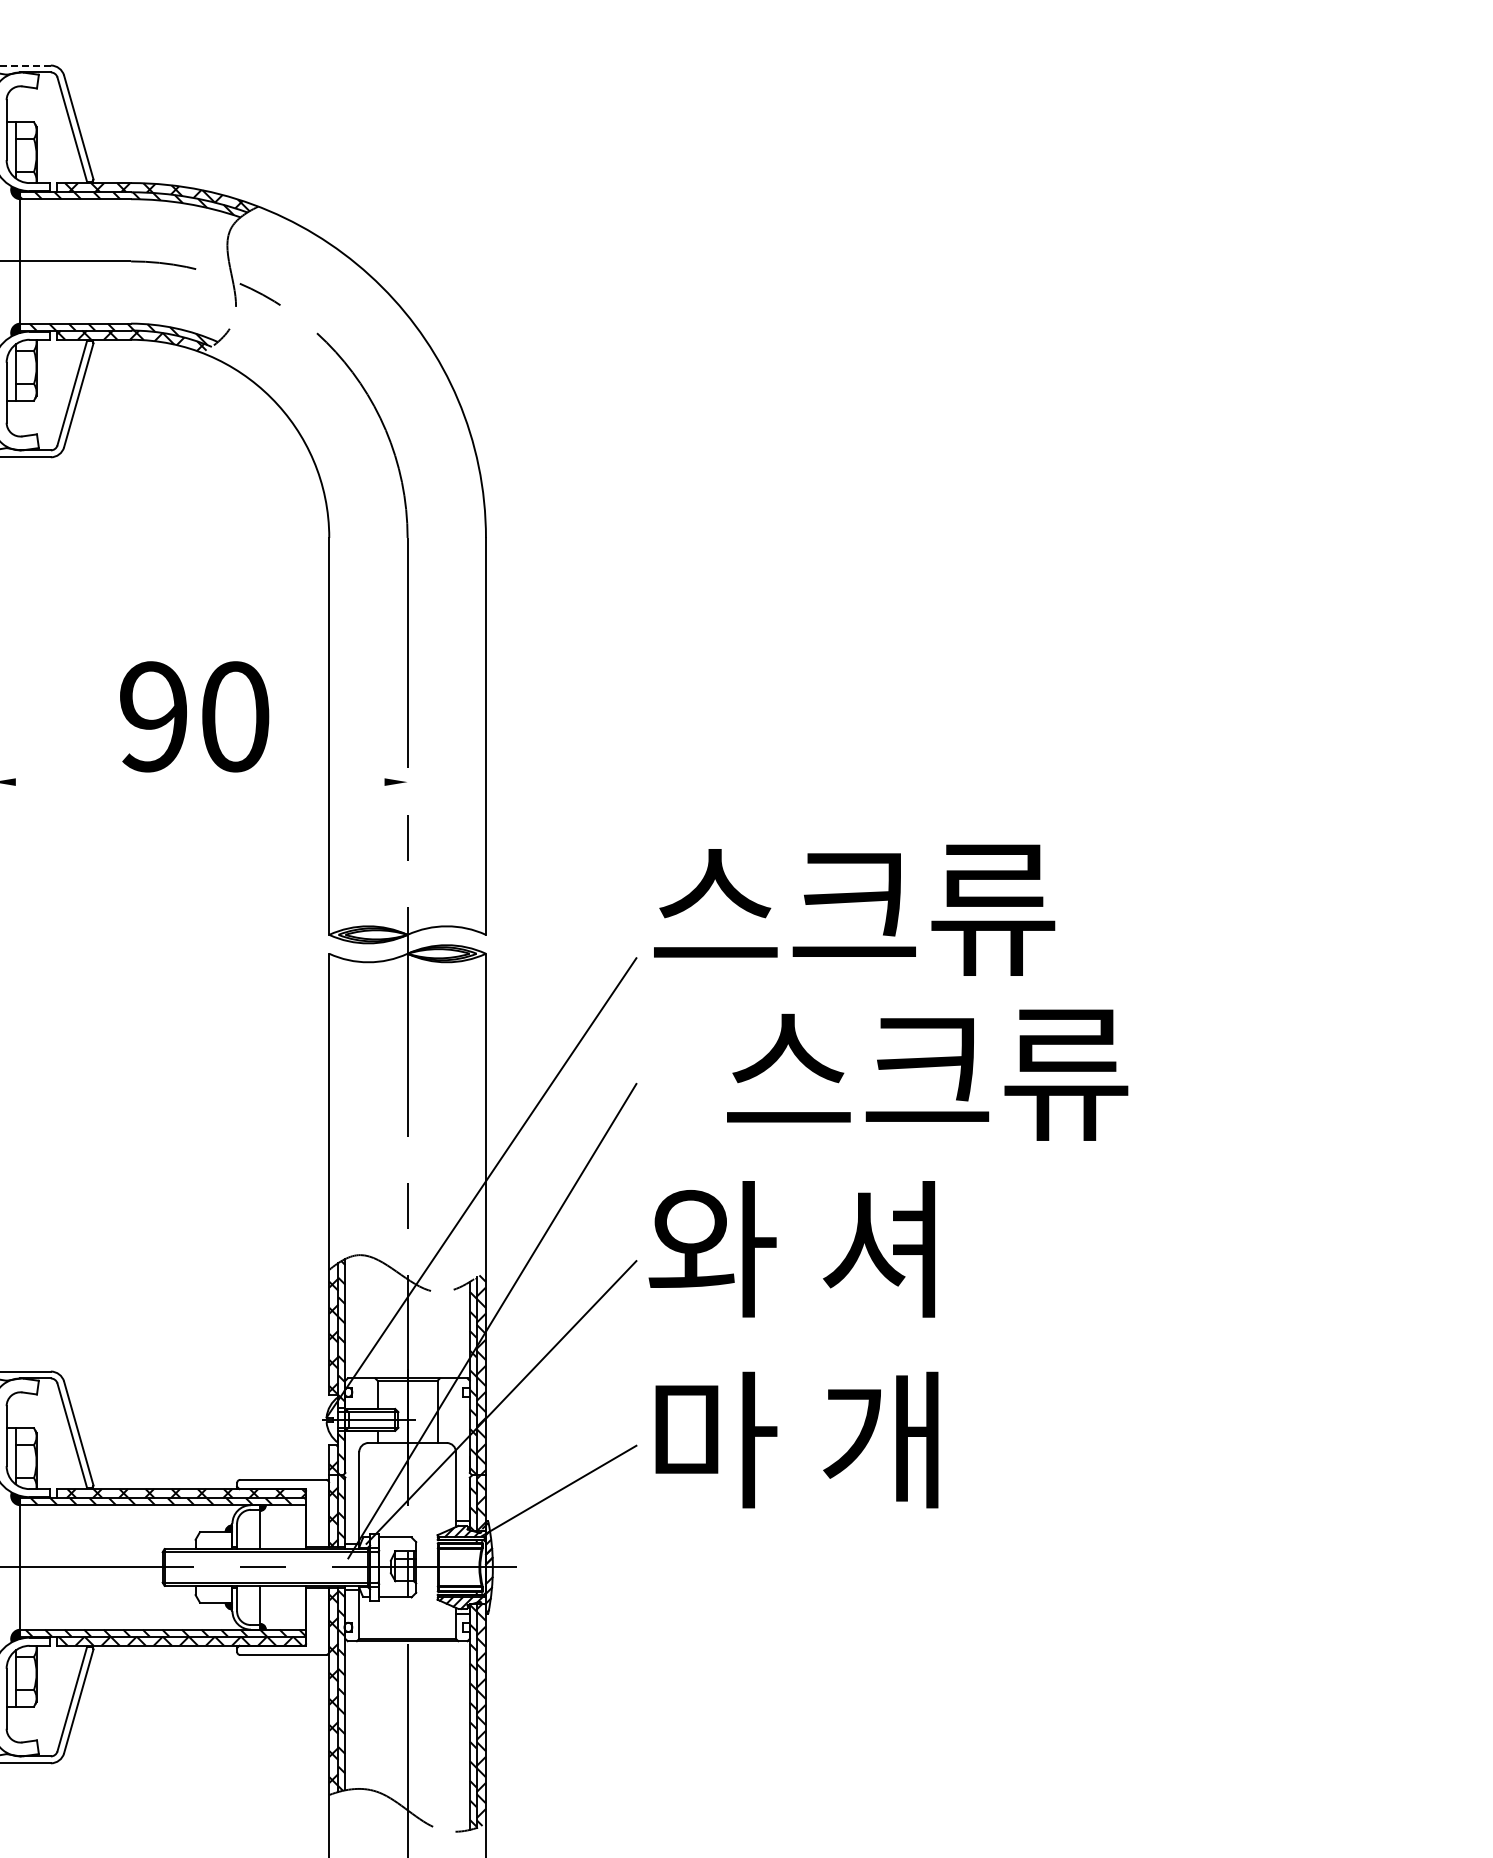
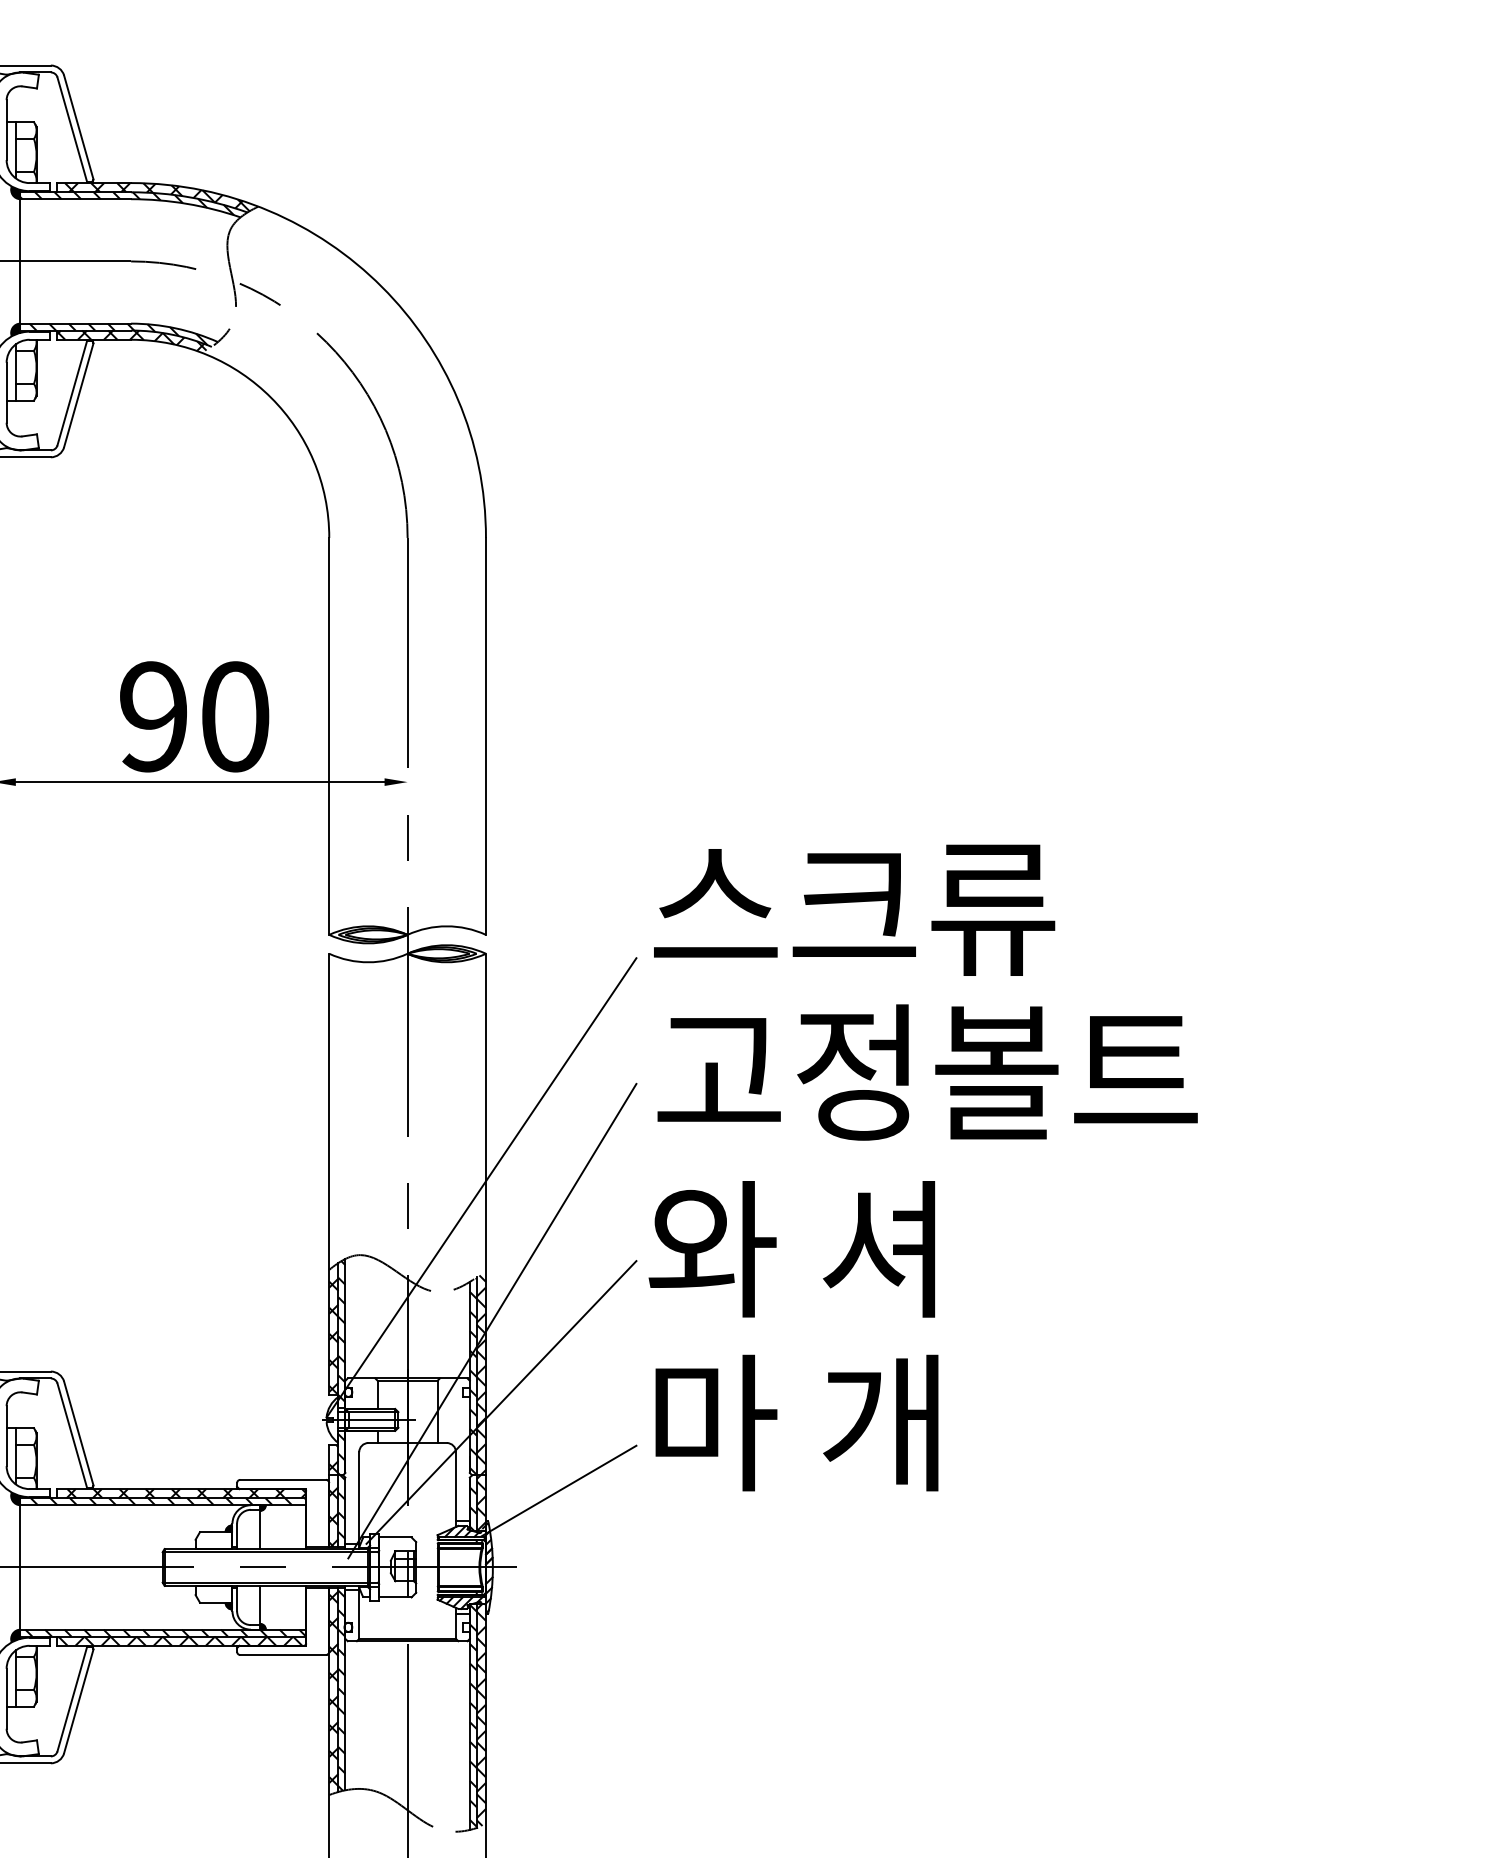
line at (25, 65): dashed -> solid
line at (199, 782): none -> present
text at (927, 1072): 스크류 -> 고정볼트
text at (796, 1439) position: (796, 1439) -> (796, 1422)
